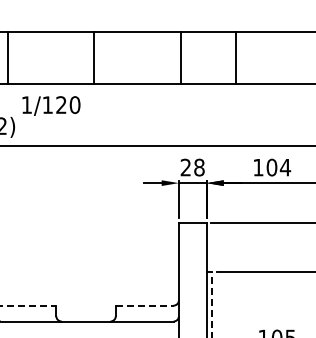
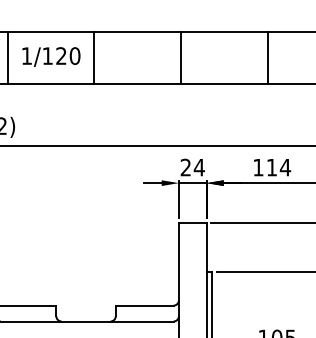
line at (236, 58) position: (236, 58) -> (268, 58)
text at (51, 105) position: (51, 105) -> (51, 56)
text at (198, 167): 28 -> 24
text at (271, 167): 104 -> 114
line at (212, 304): dashed -> solid
line at (28, 305): dashed -> solid
line at (144, 305): dashed -> solid
